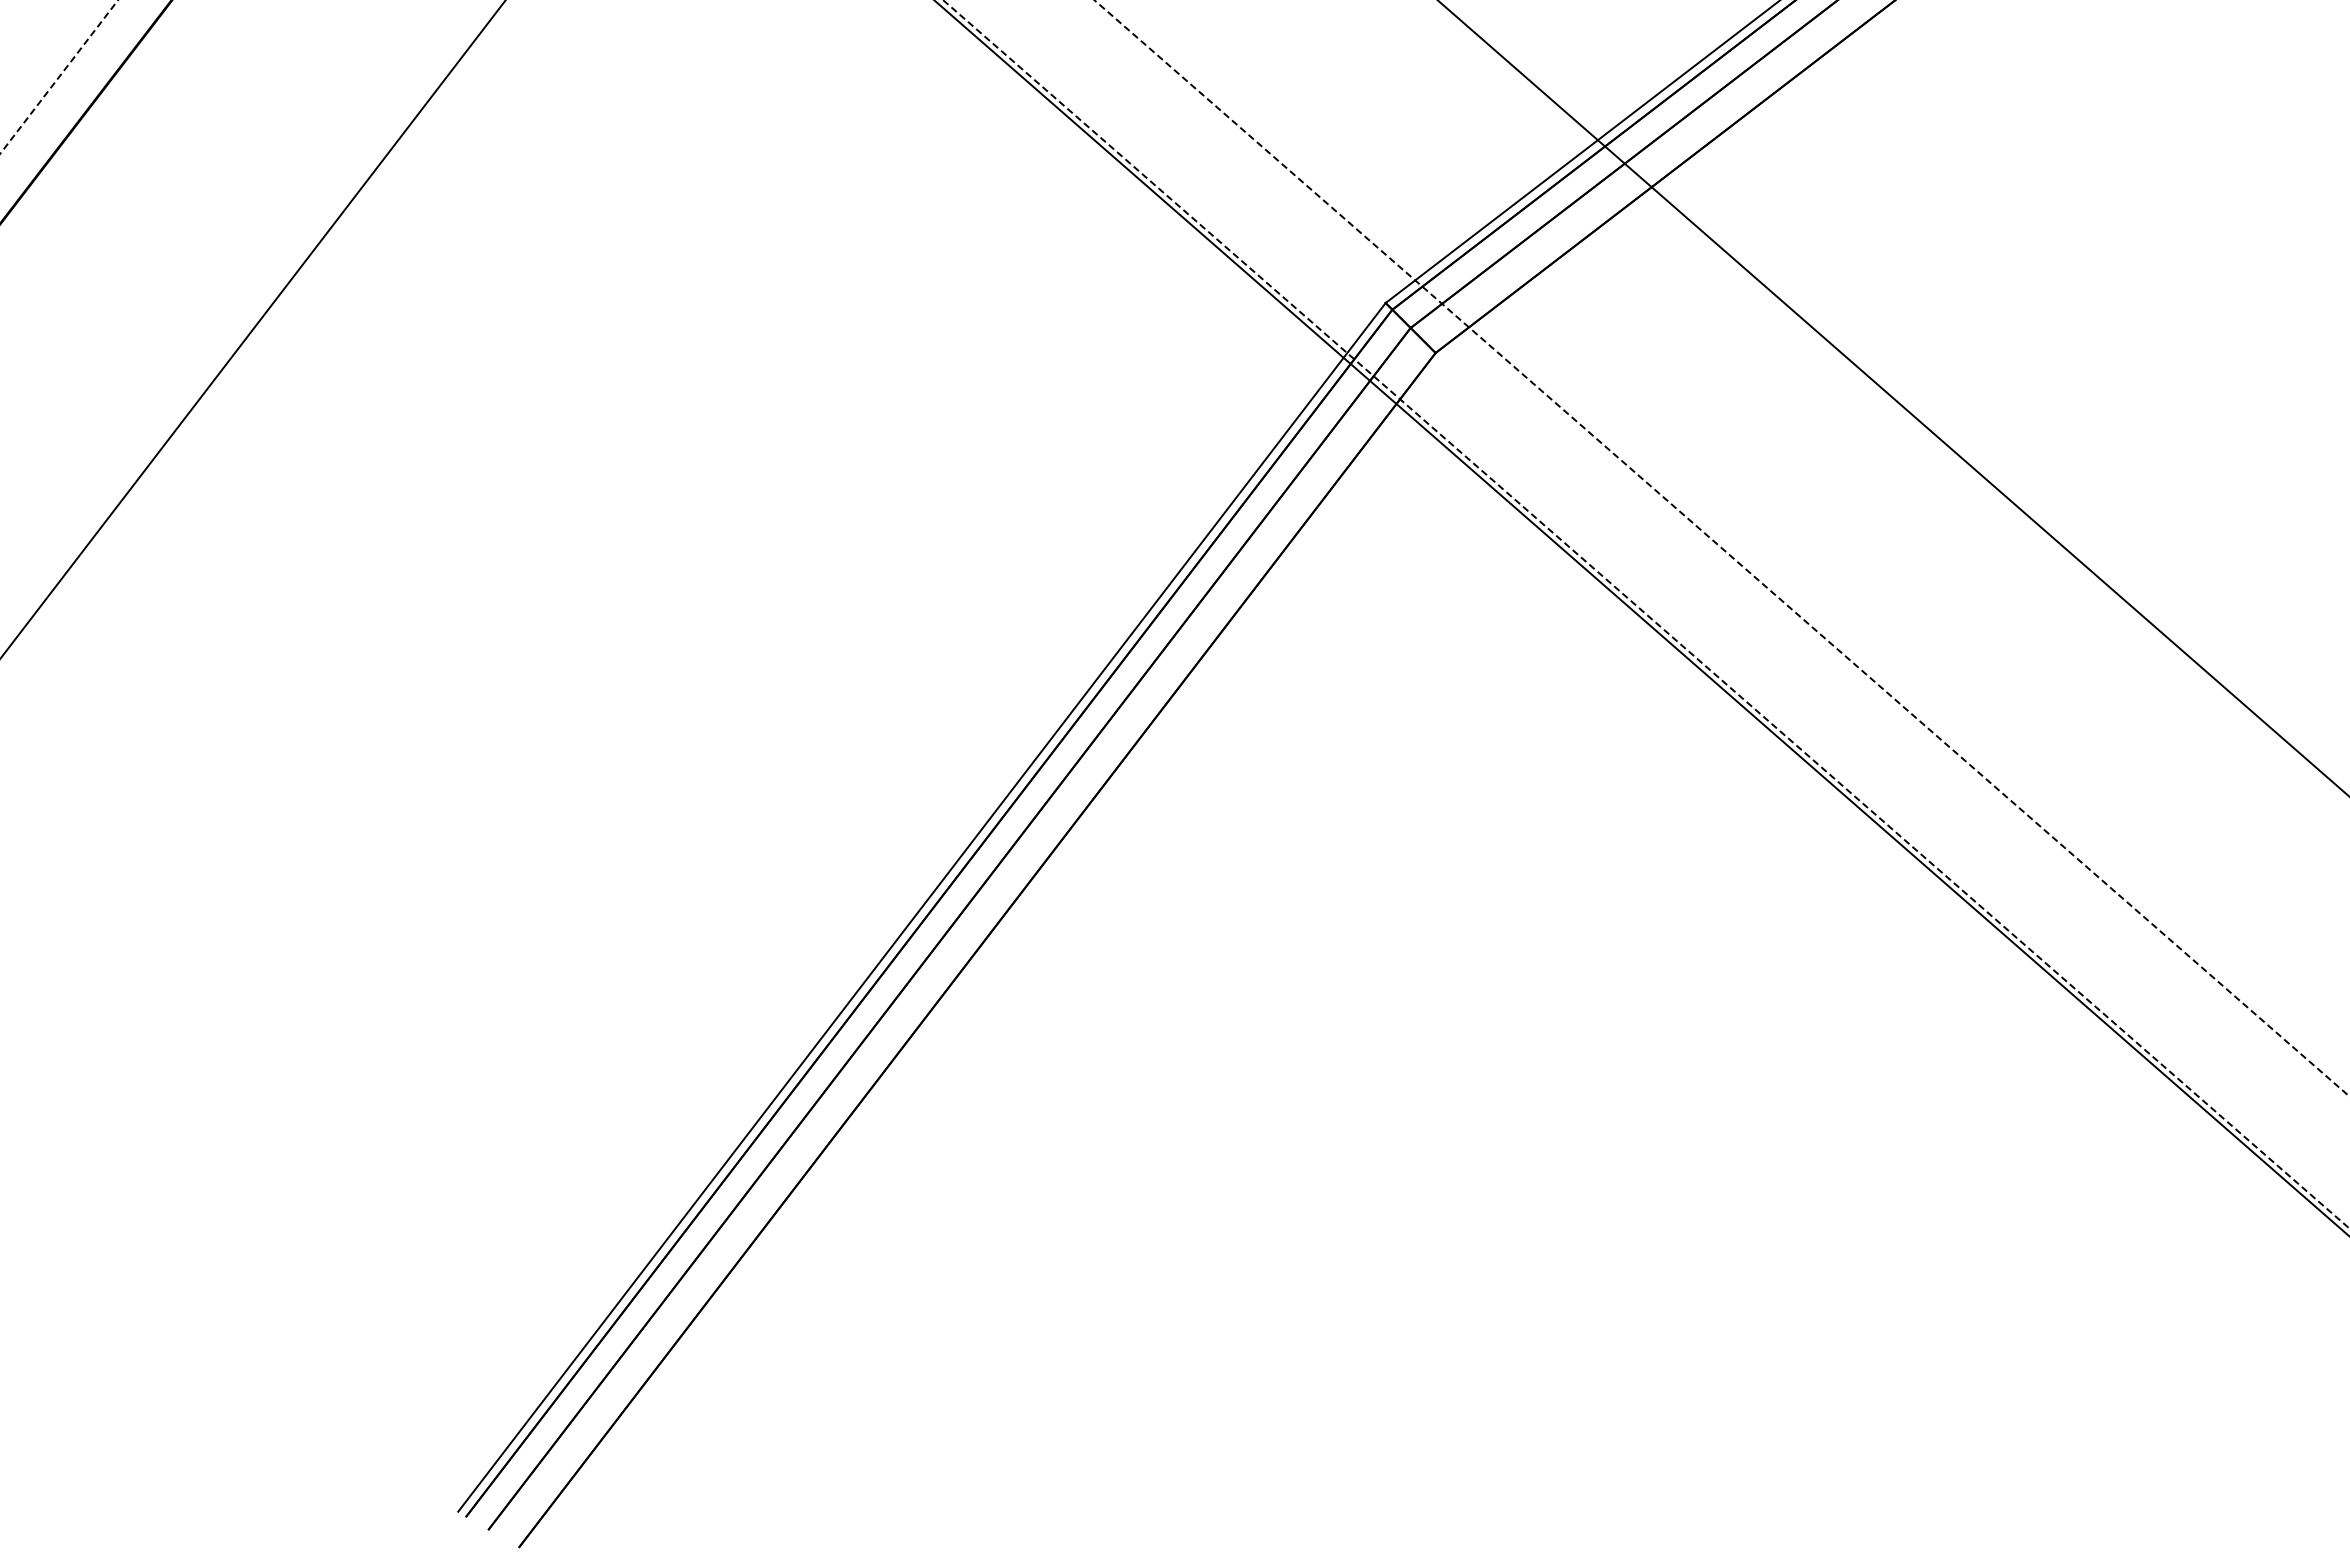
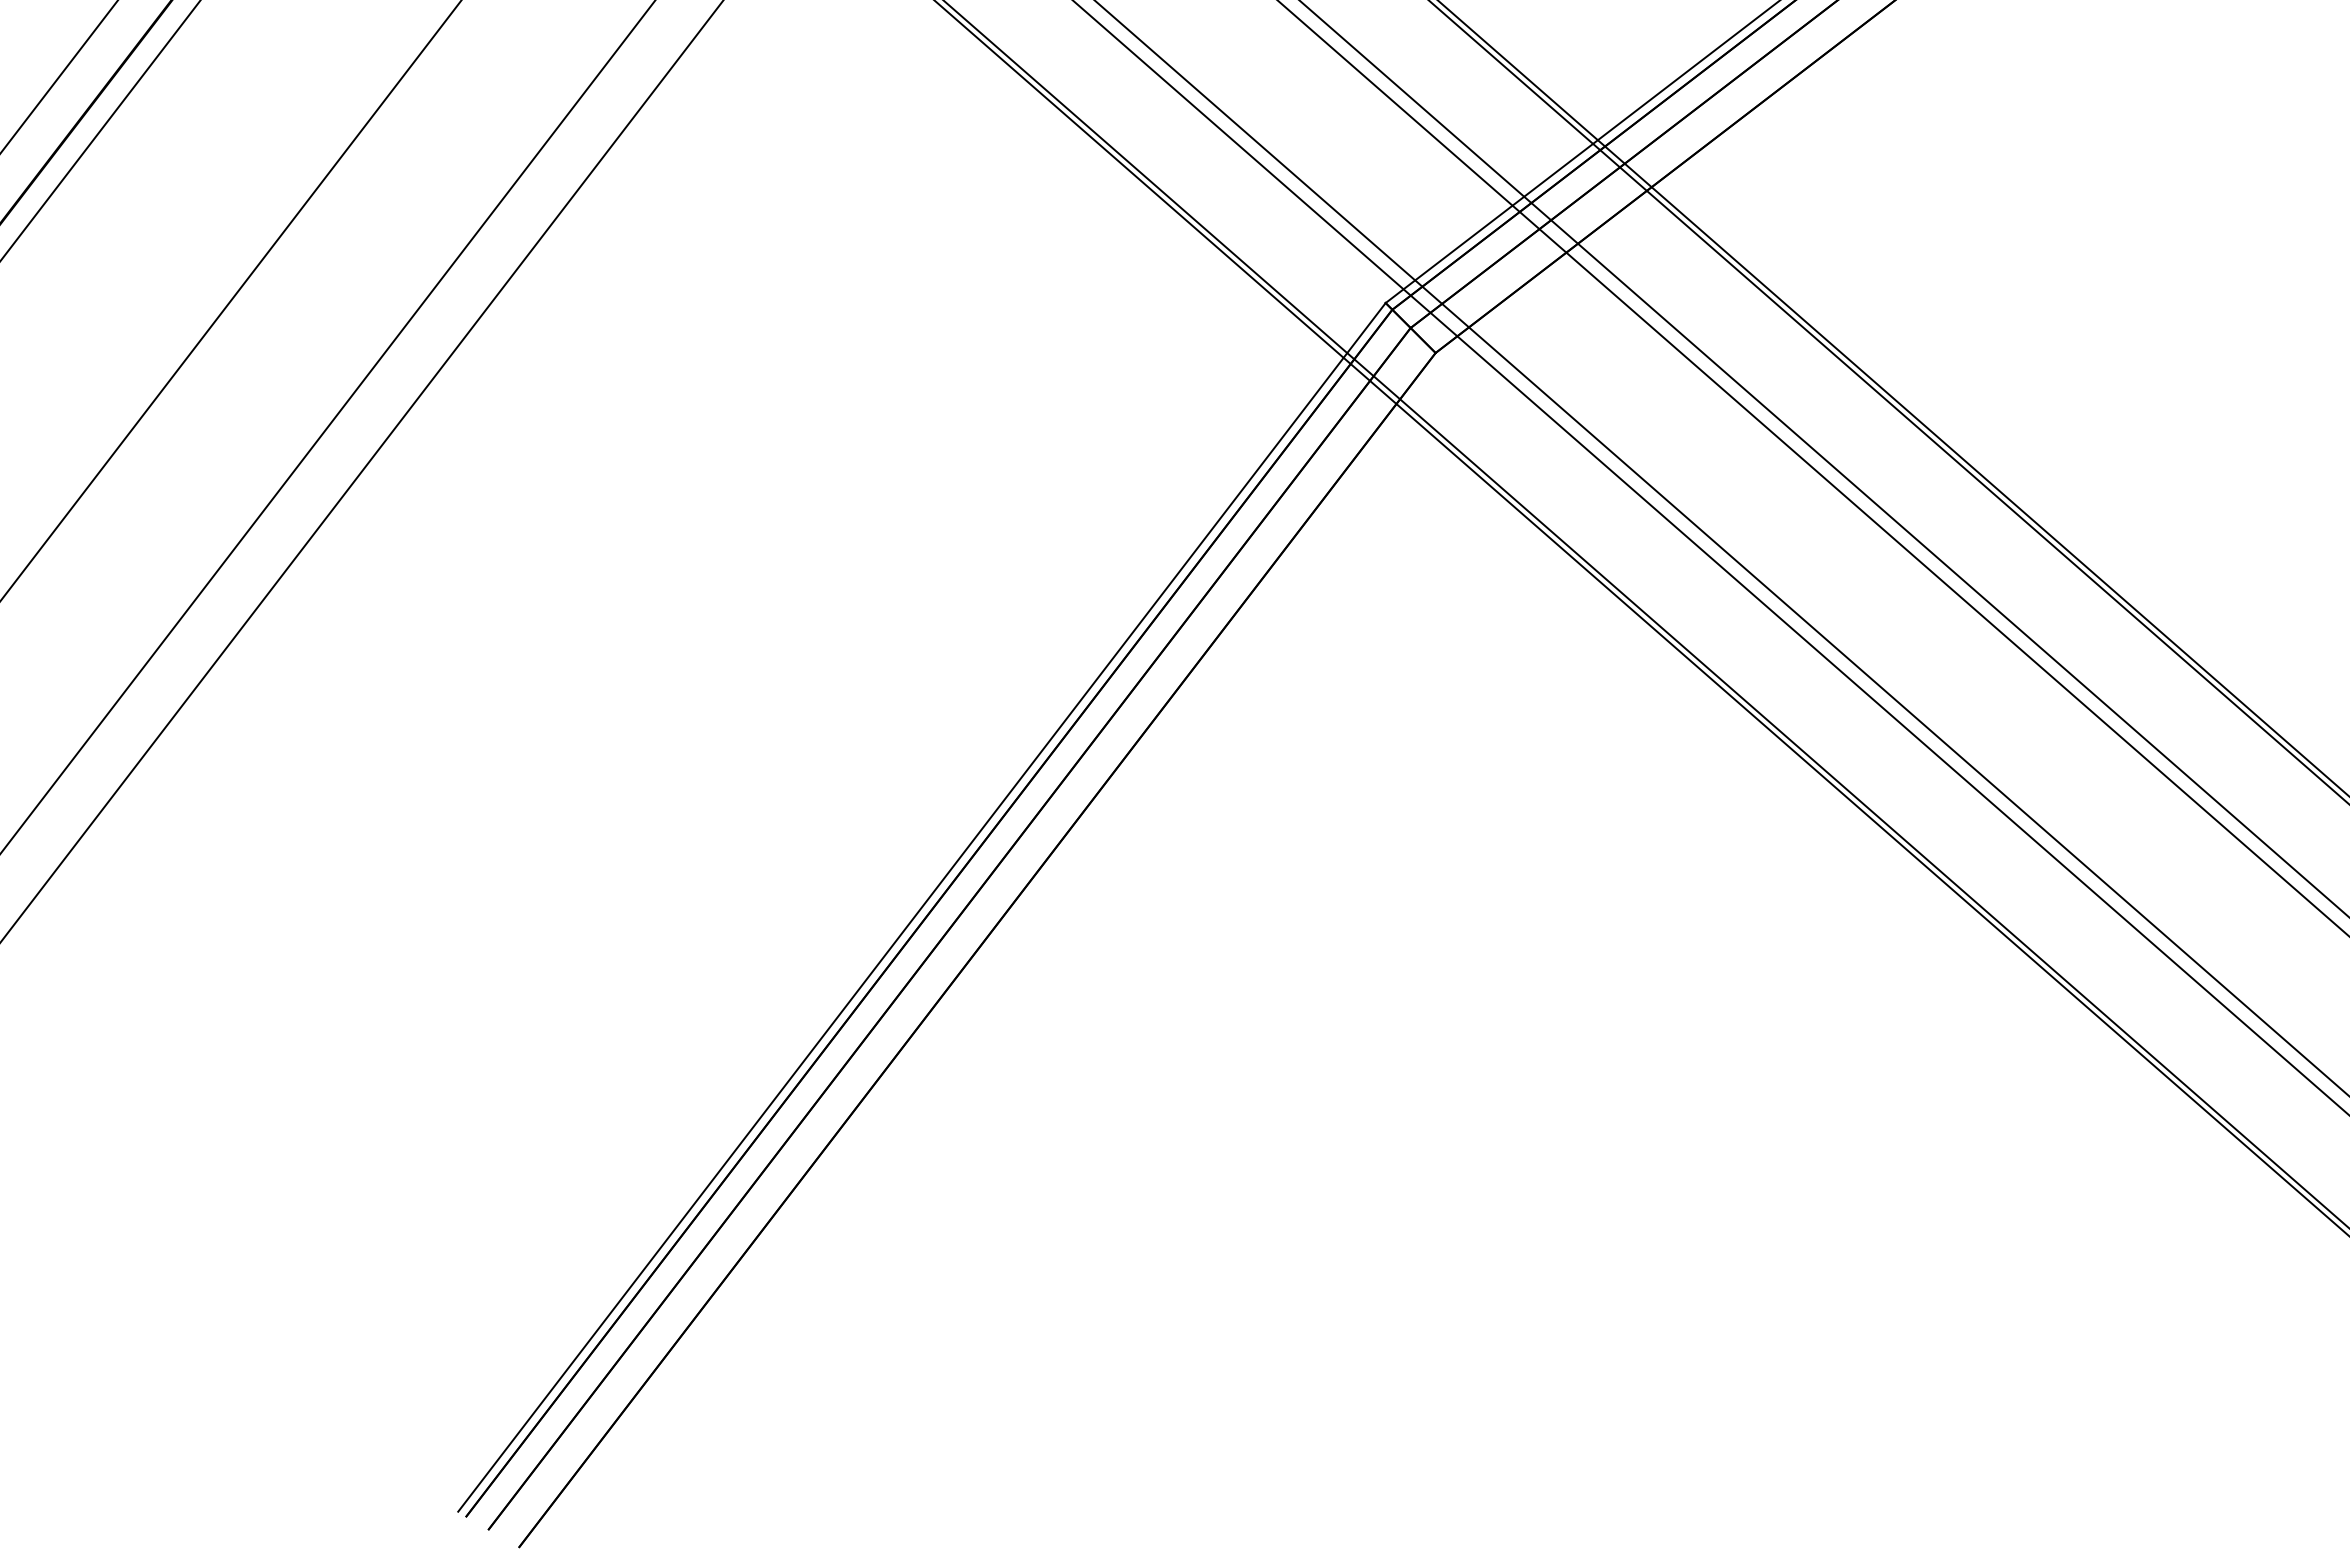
line at (59, 77): dashed -> solid
line at (100, 130): none -> present
line at (253, 329) position: (253, 329) -> (230, 300)
line at (1888, 402): none -> present
line at (328, 426): none -> present
line at (1823, 458): none -> present
line at (1812, 468): none -> present
line at (361, 471): none -> present
line at (1722, 548): dashed -> solid
line at (1710, 557): none -> present
line at (1646, 614): dashed -> solid
